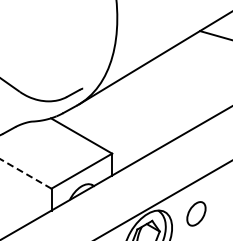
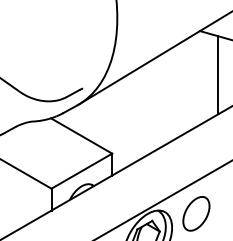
line at (218, 75): none -> present
line at (25, 173): dashed -> solid
part at (196, 213) size: 21x26 px -> 29x36 px
